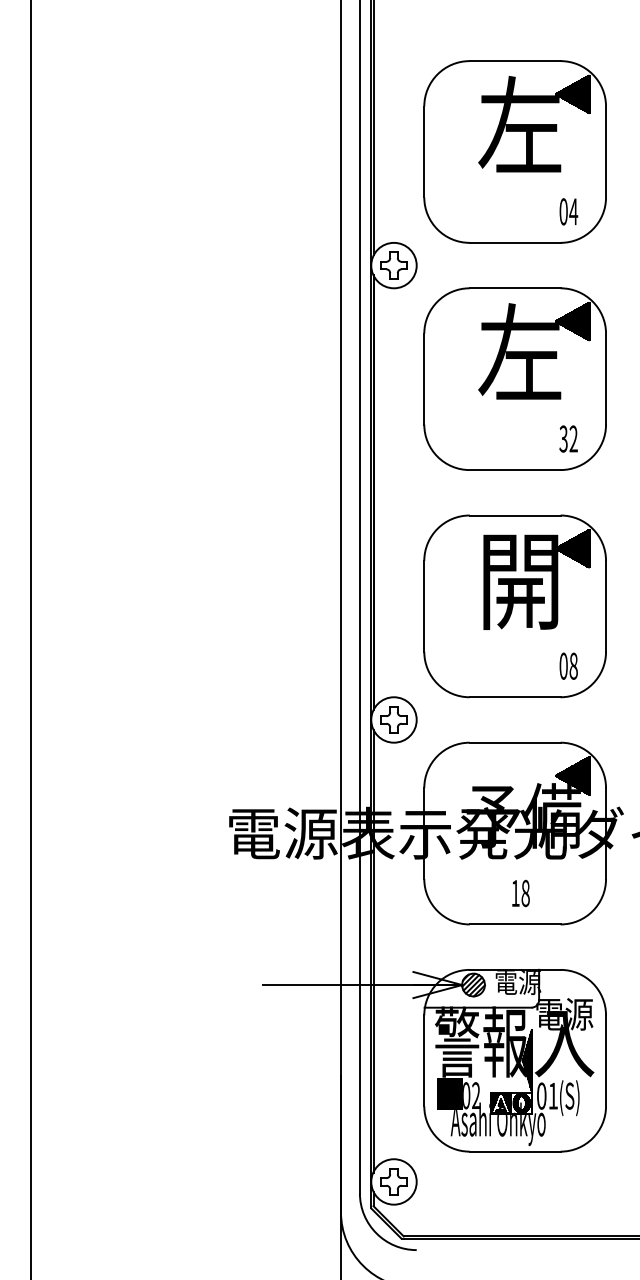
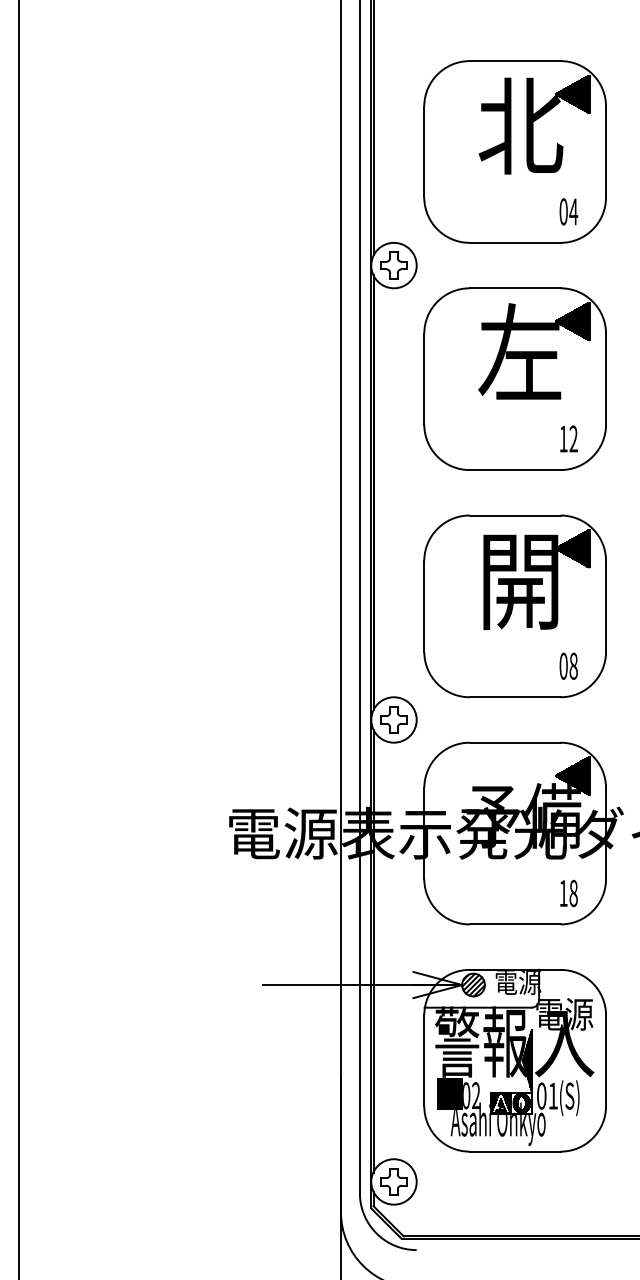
text at (520, 124): 左 -> 北
text at (563, 438): 32 -> 12
line at (31, 639) position: (31, 639) -> (19, 639)
text at (520, 893) position: (520, 893) -> (568, 893)
